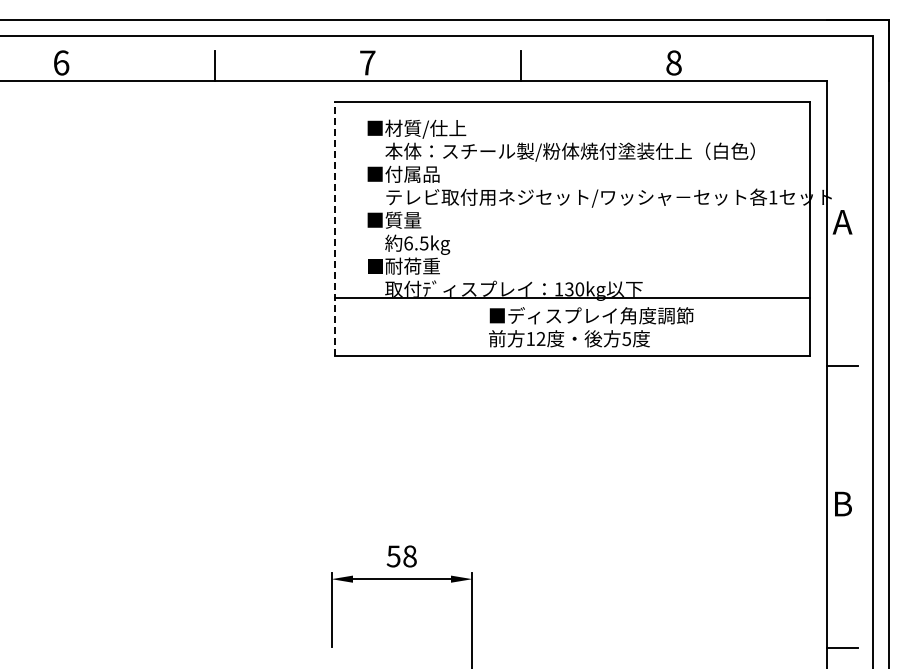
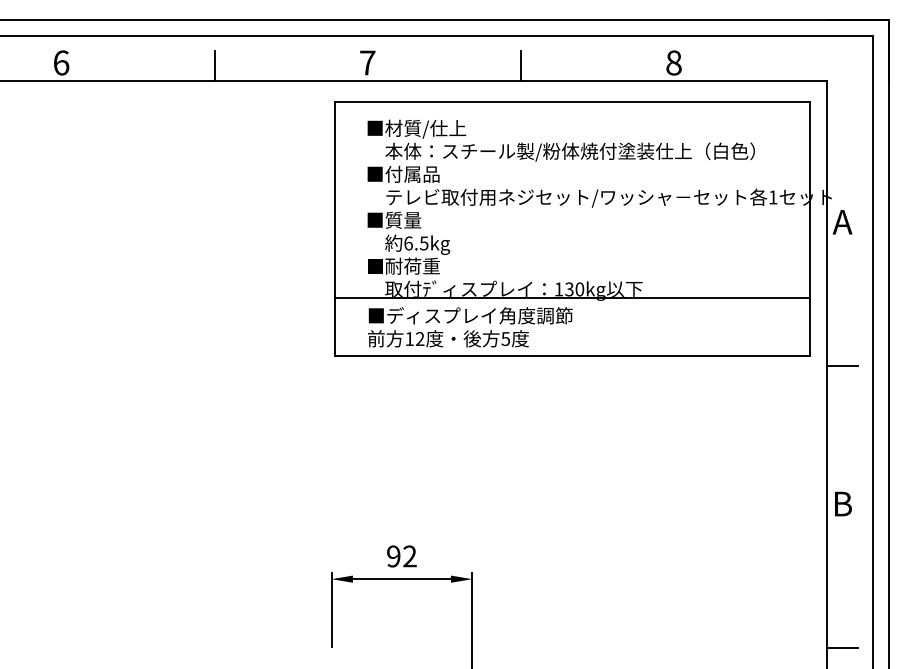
line at (335, 228): dashed -> solid
text at (591, 327) position: (591, 327) -> (470, 327)
text at (401, 556): 58 -> 92
